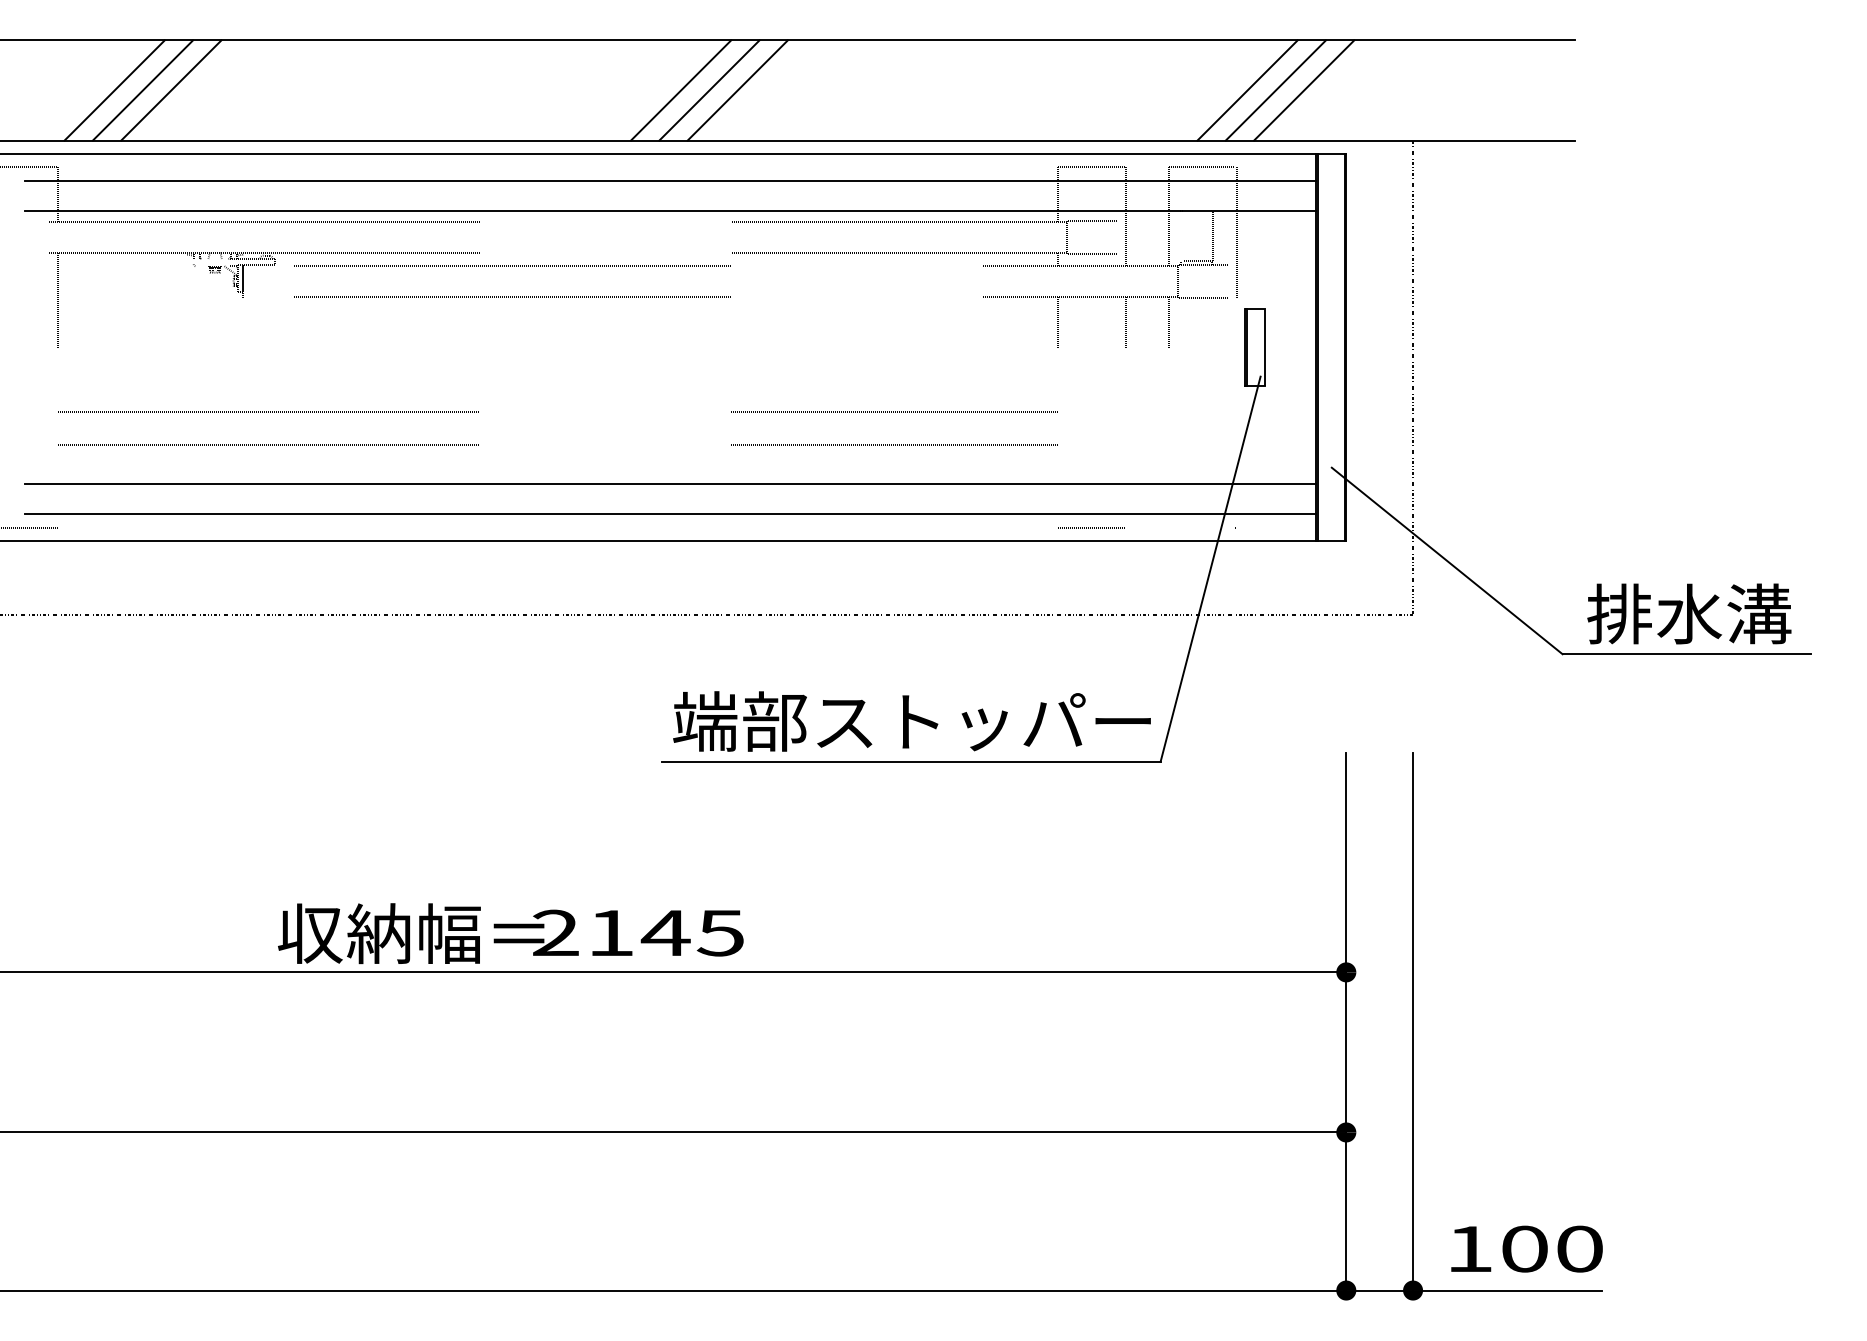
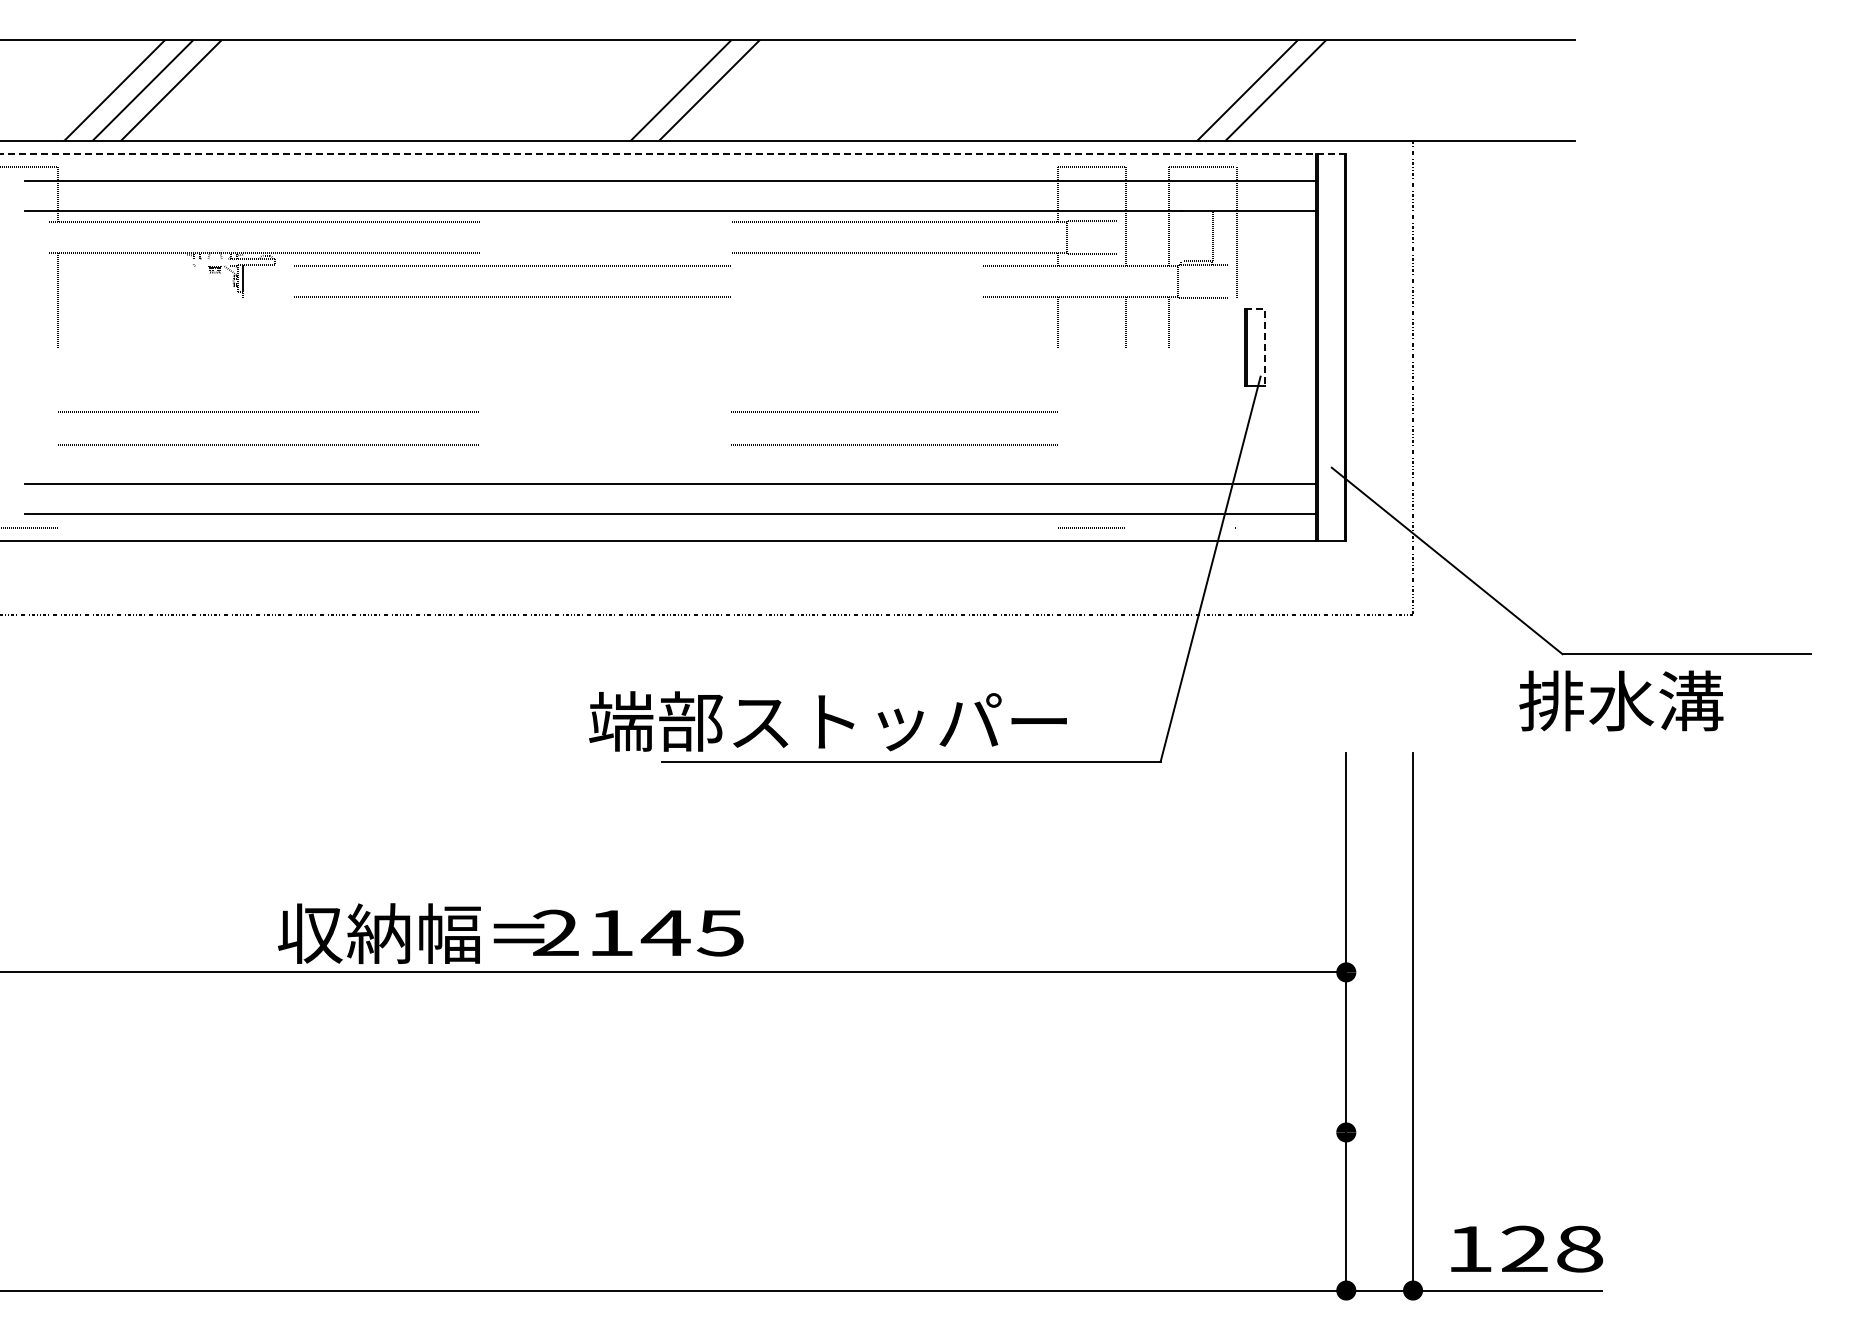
line at (737, 90): present -> none
line at (1304, 90): present -> none
line at (673, 153): solid -> dashed
line at (1264, 337): solid -> dashed
text at (1689, 613) position: (1689, 613) -> (1621, 700)
text at (911, 721) position: (911, 721) -> (827, 721)
line at (674, 1132): present -> none
text at (1552, 1248): 100 -> 128
